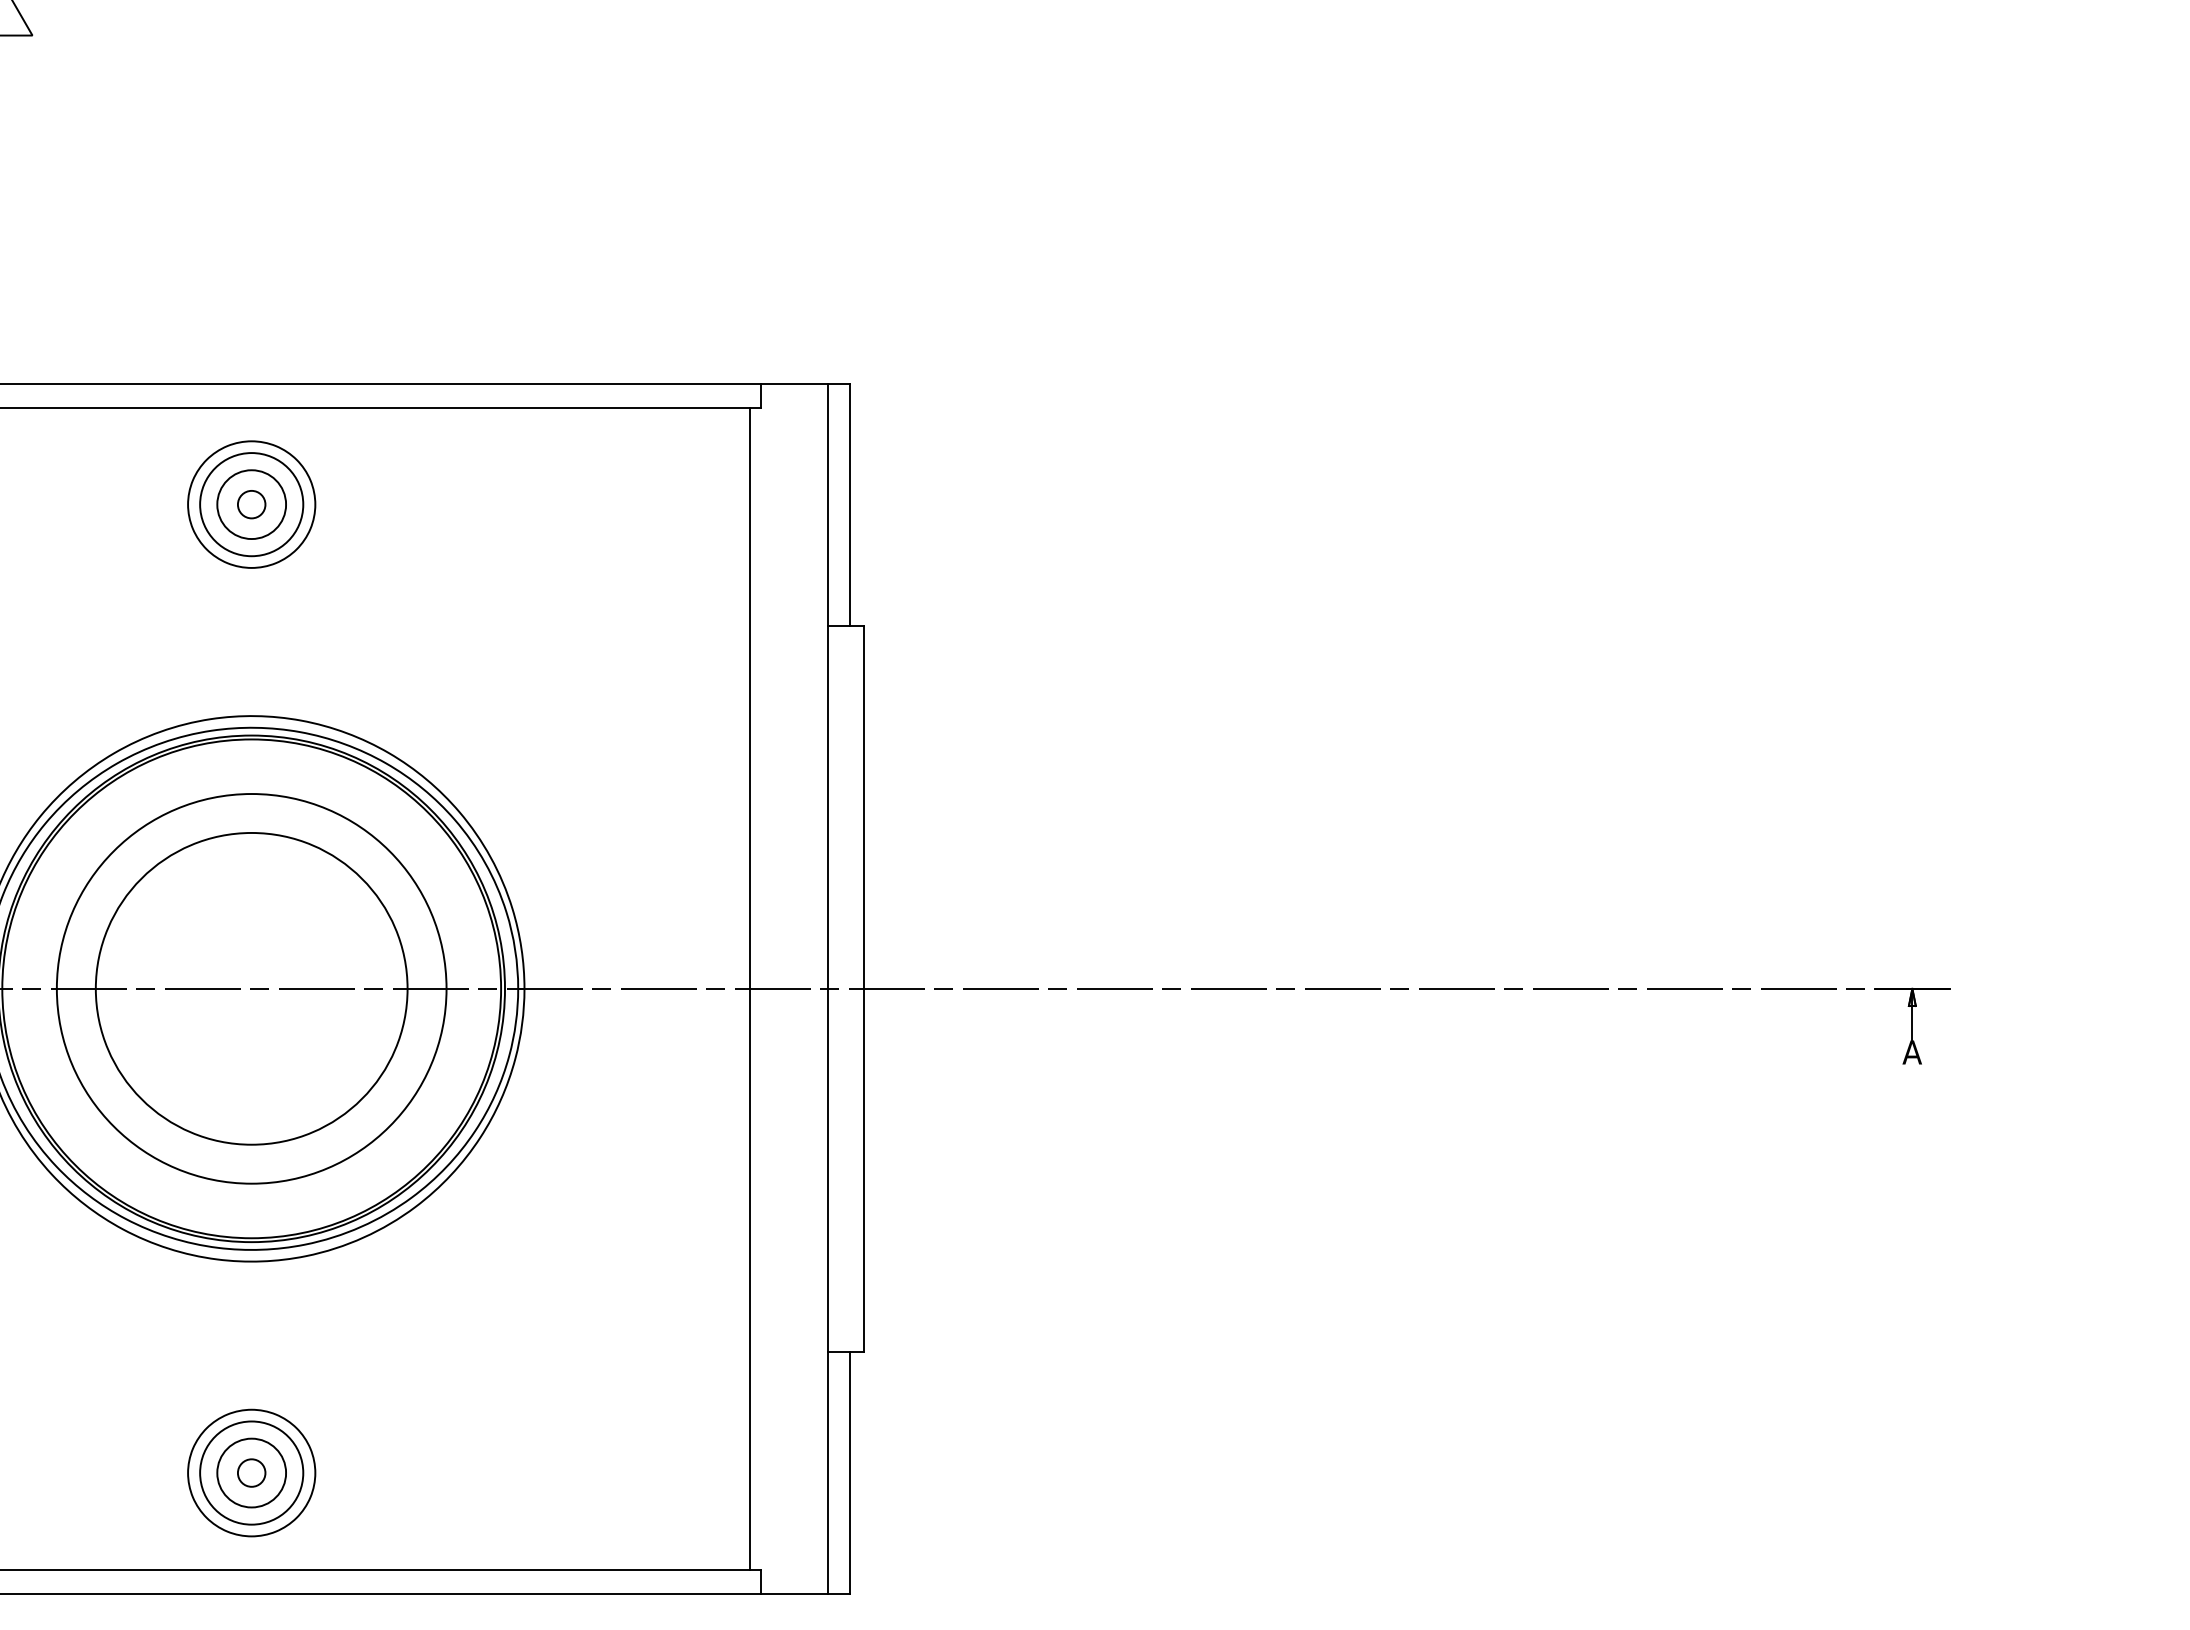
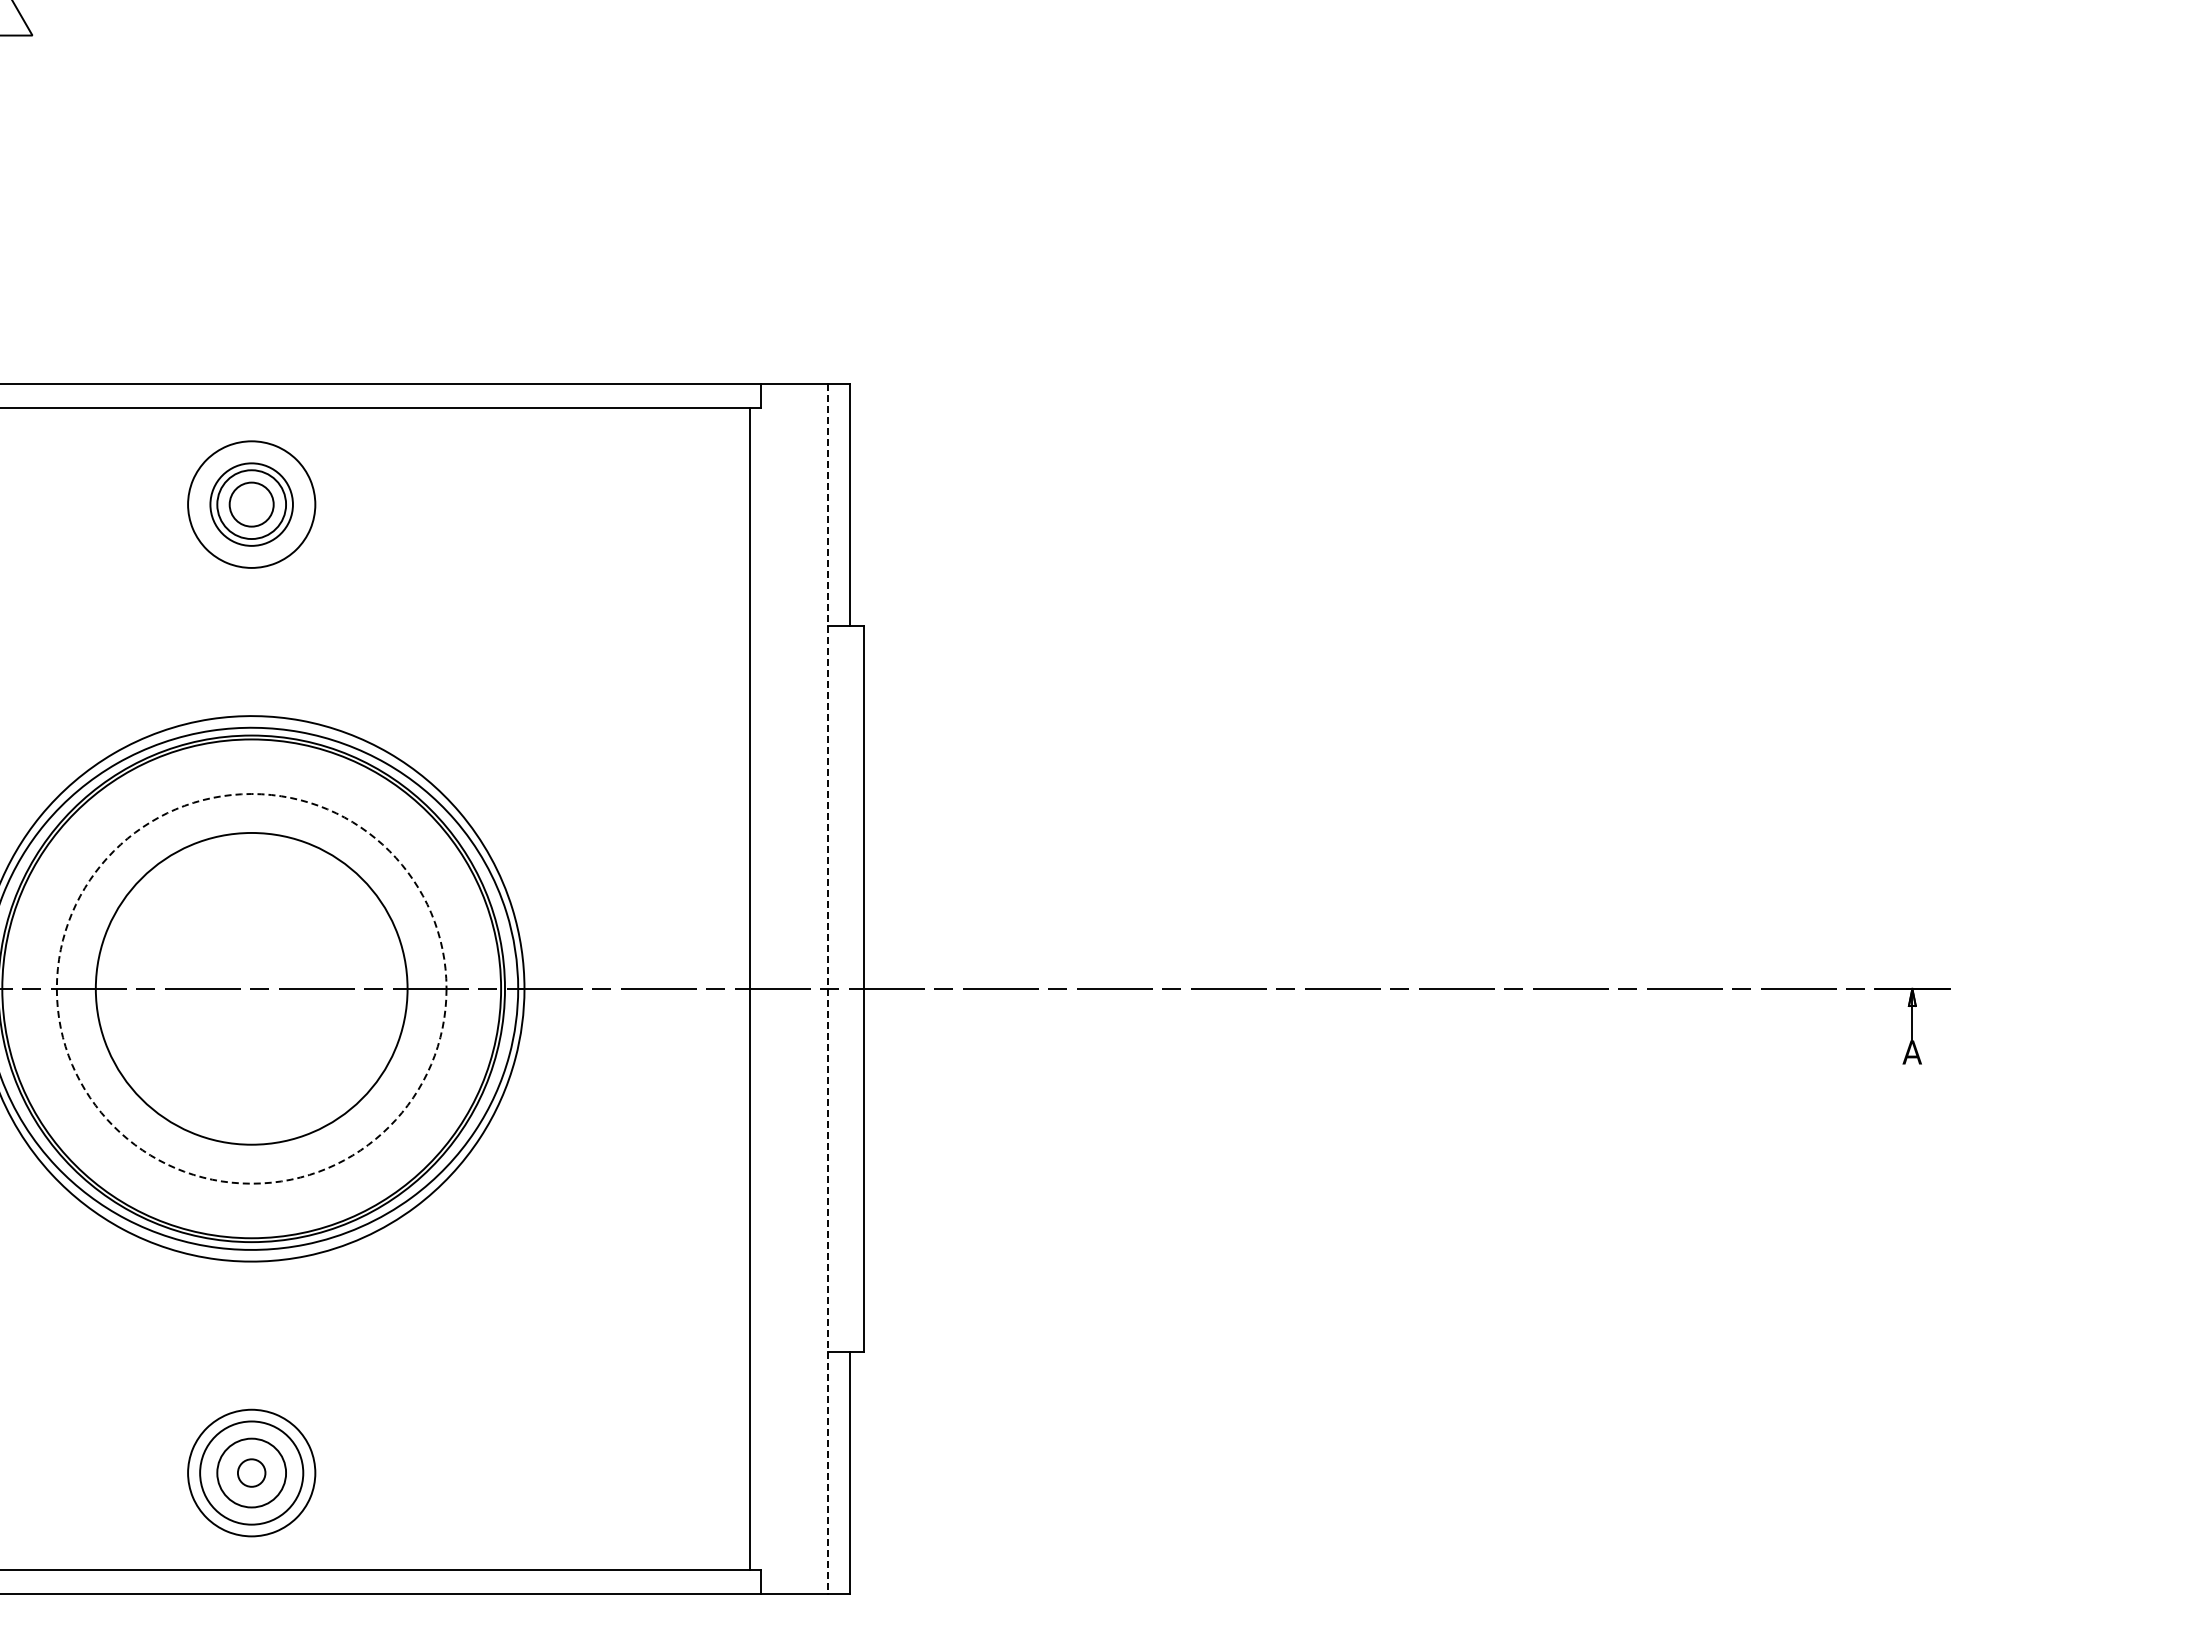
circle at (251, 504) diameter: 103 px -> 83 px
circle at (251, 504) diameter: 28 px -> 44 px
circle at (251, 988): solid -> dashed
line at (827, 989): solid -> dashed
